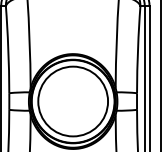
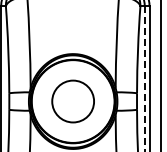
line at (144, 79): solid -> dashed
circle at (73, 101) diameter: 70 px -> 42 px
